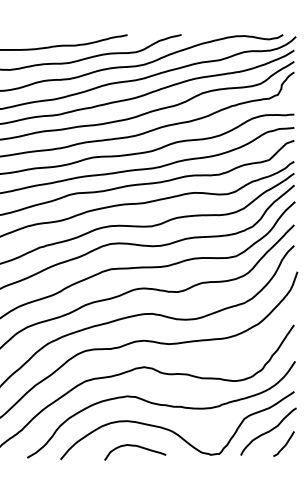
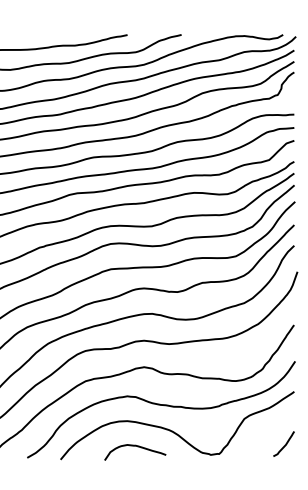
curve at (268, 431): present -> none
